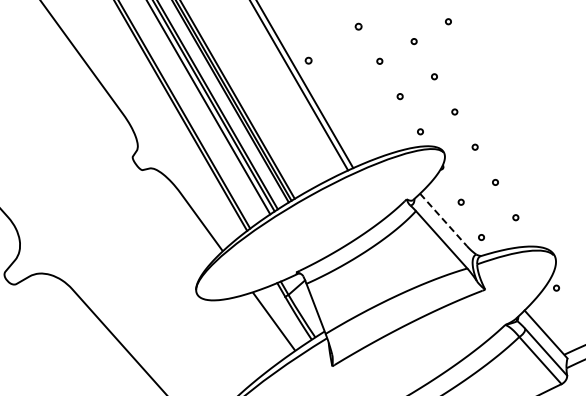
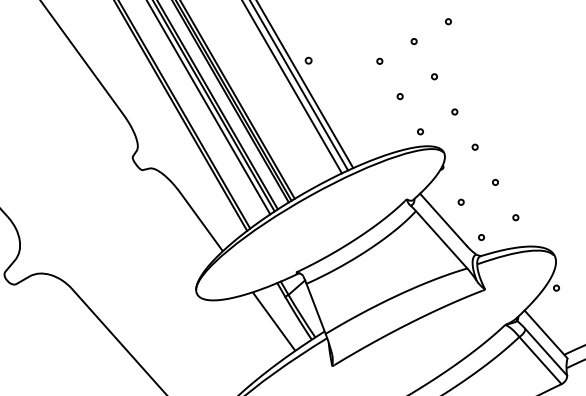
part at (358, 26): present -> none
line at (292, 87): none -> present
line at (443, 220): dashed -> solid
